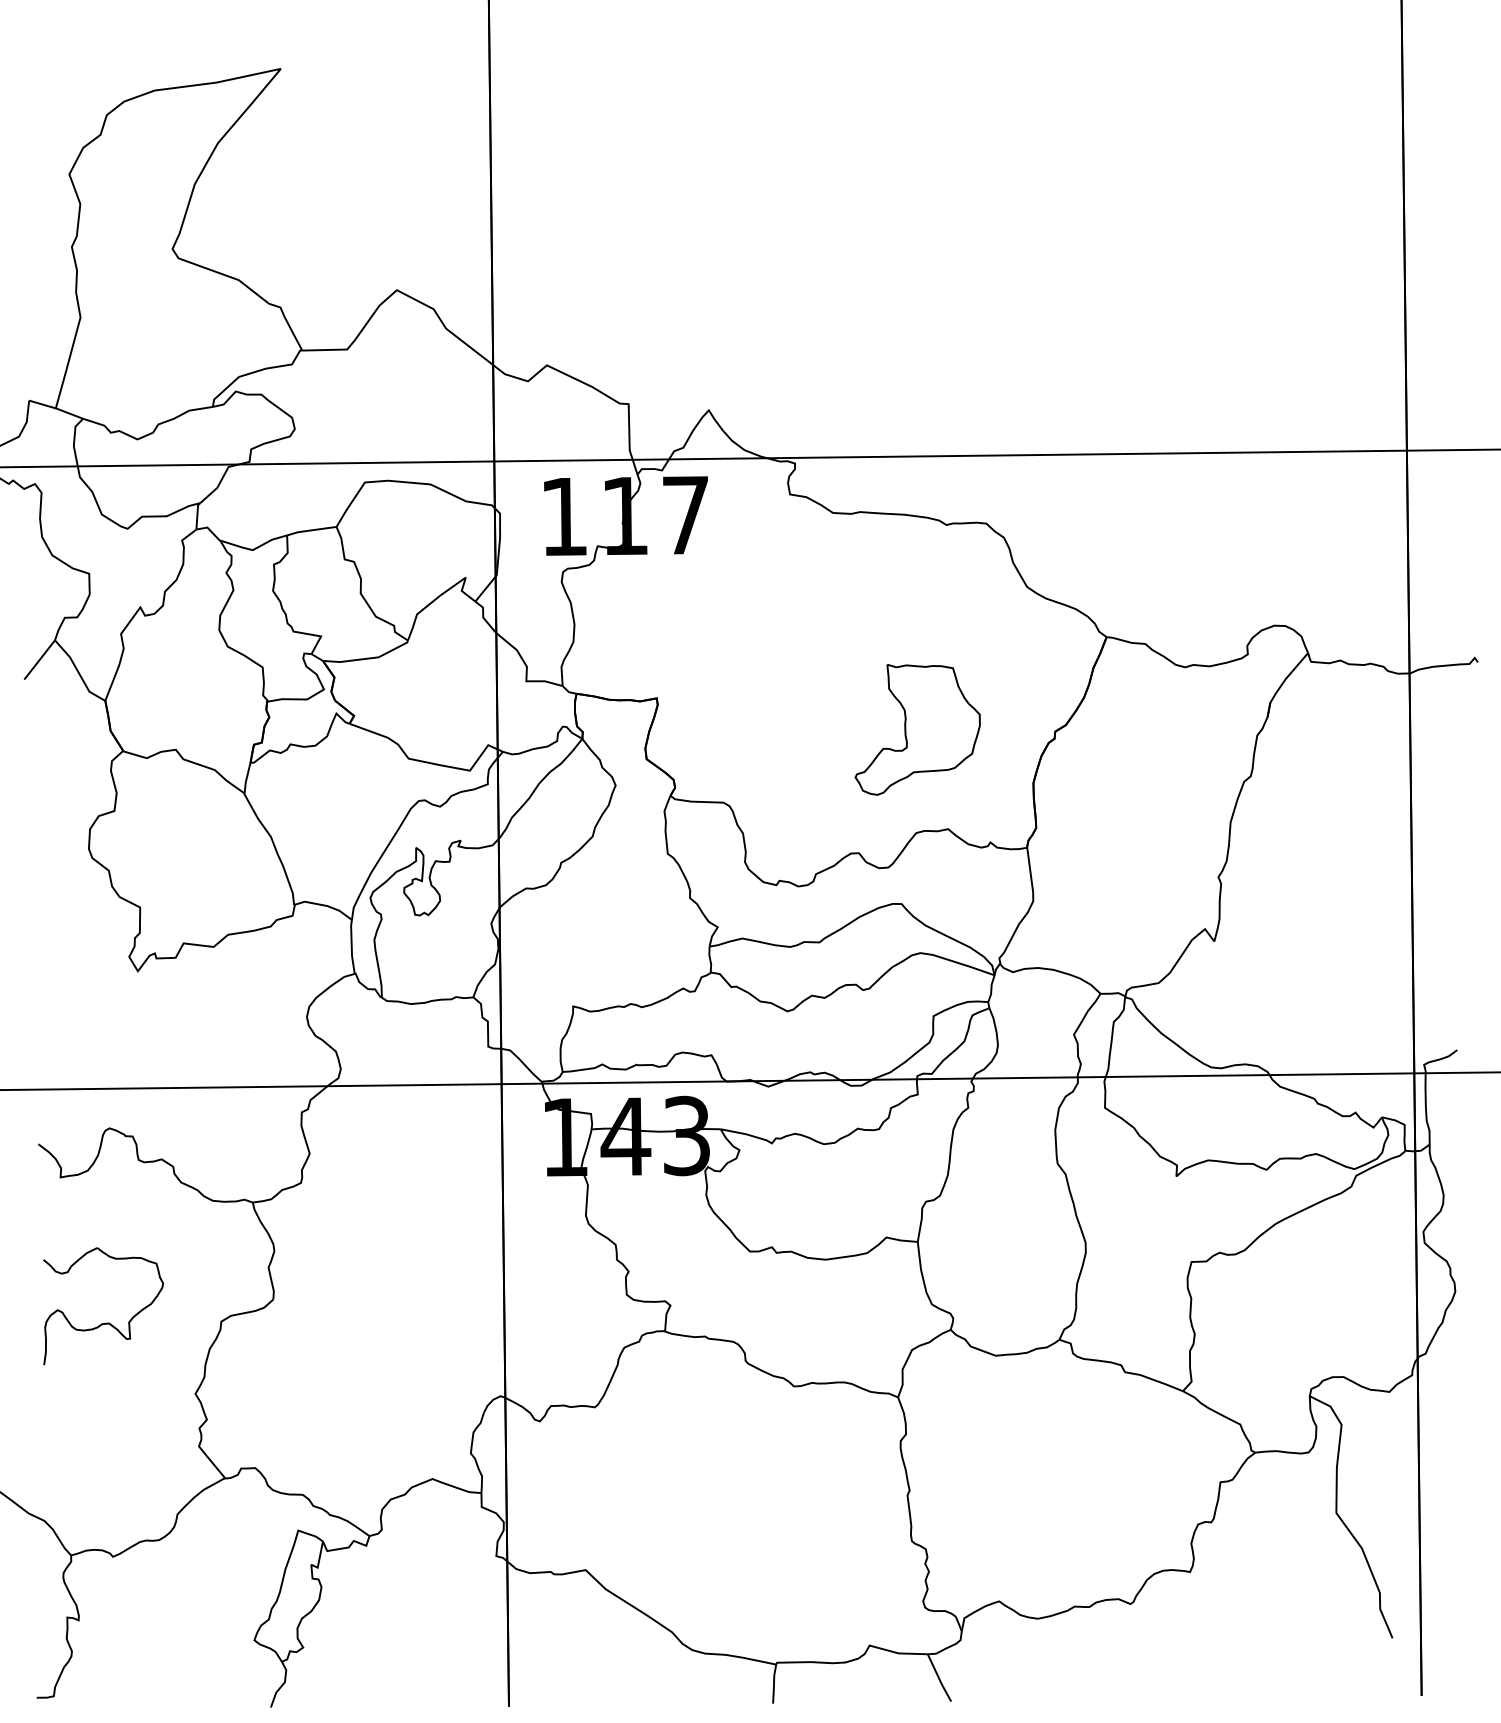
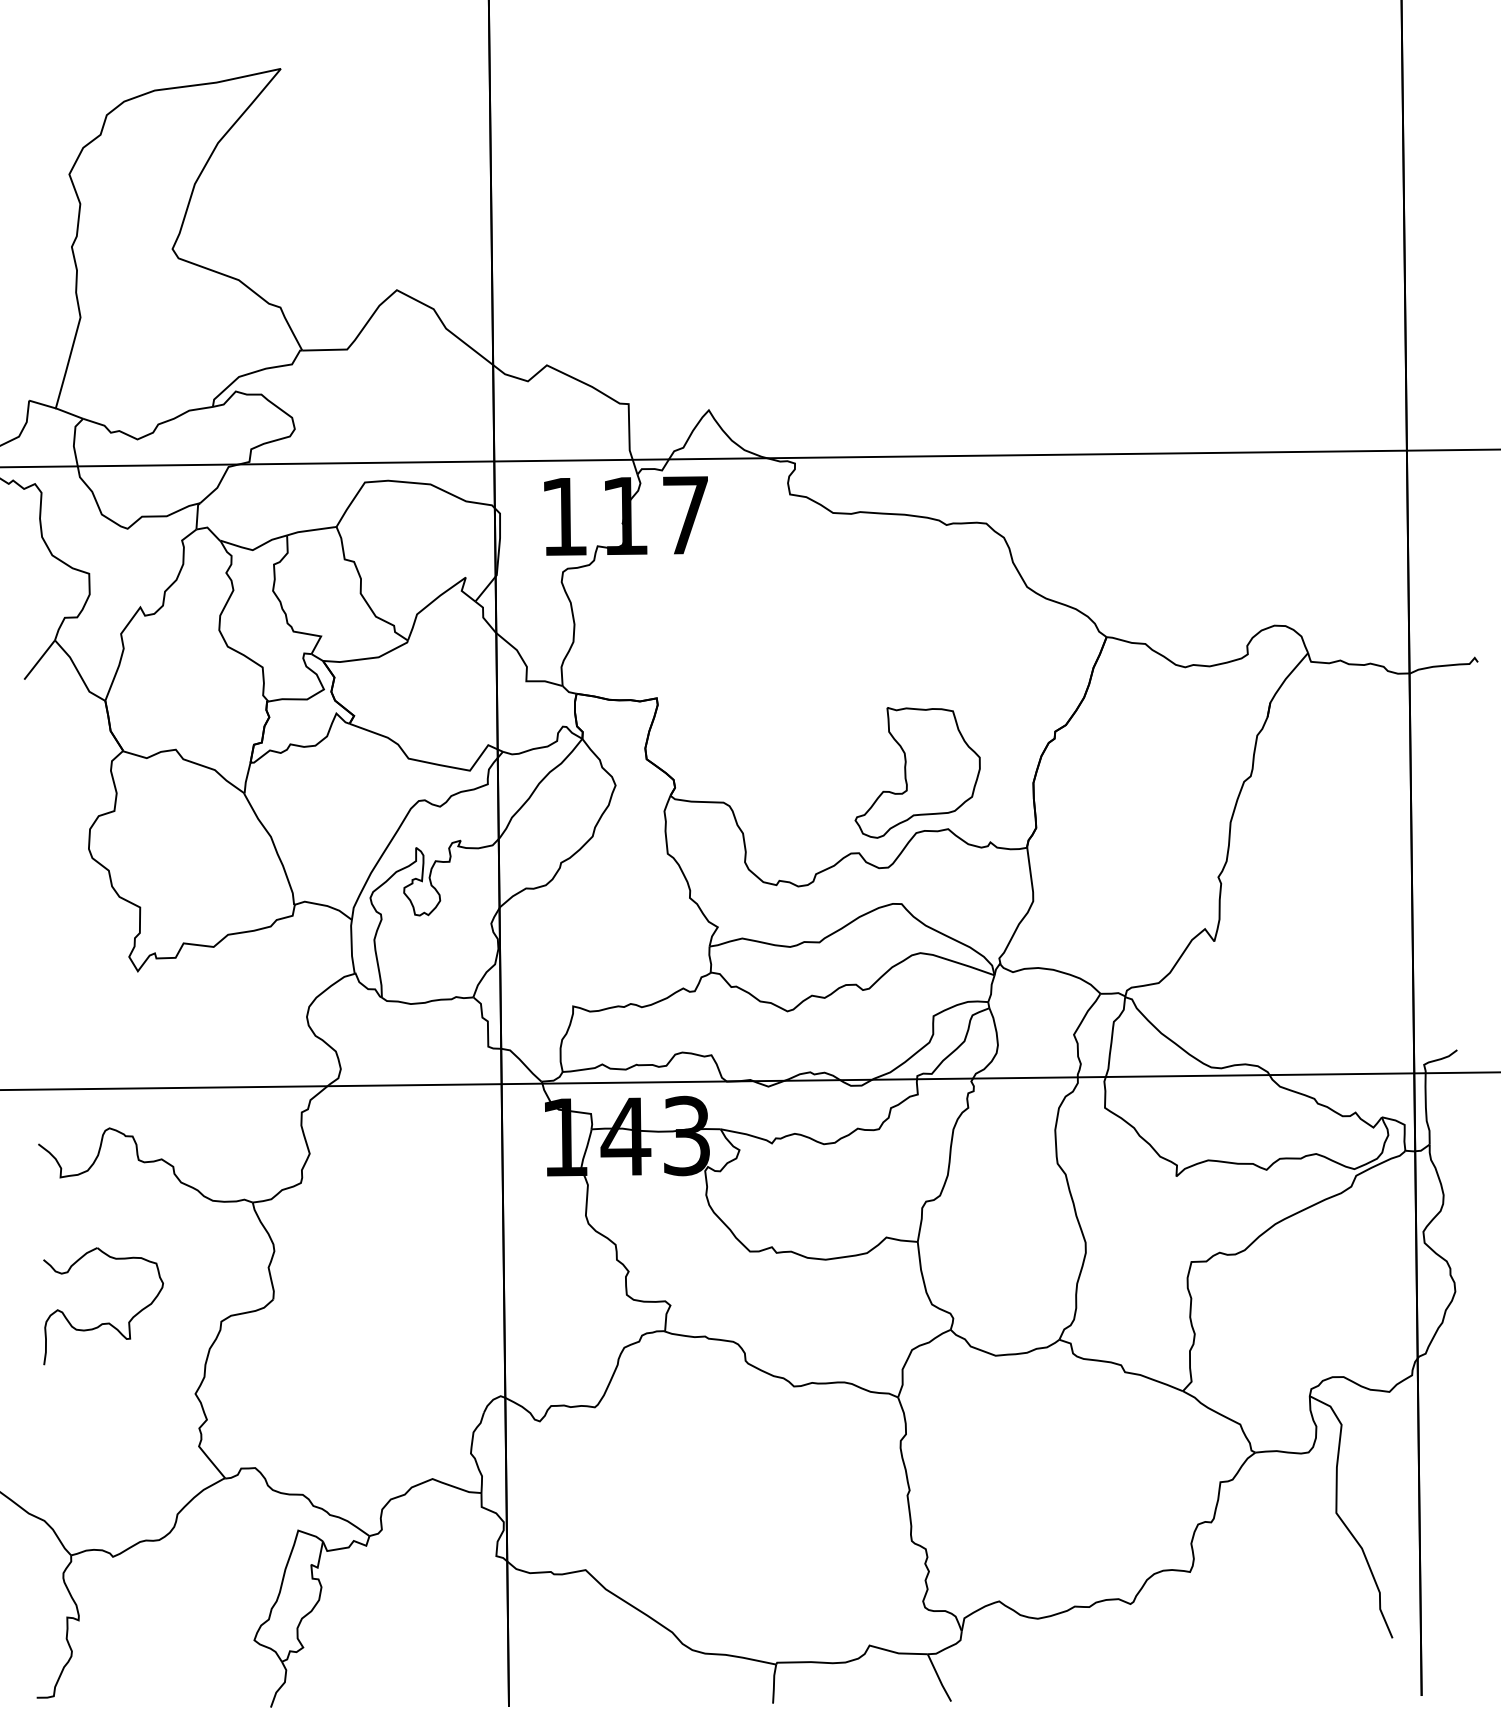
part at (917, 729) position: (917, 729) -> (917, 772)
